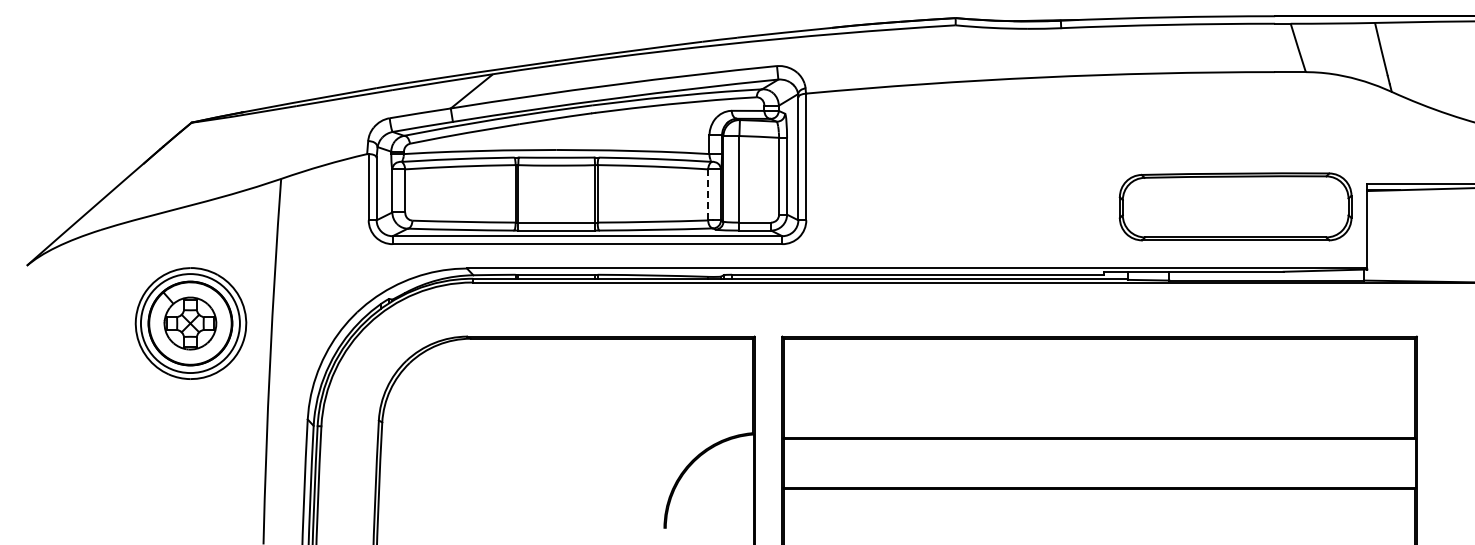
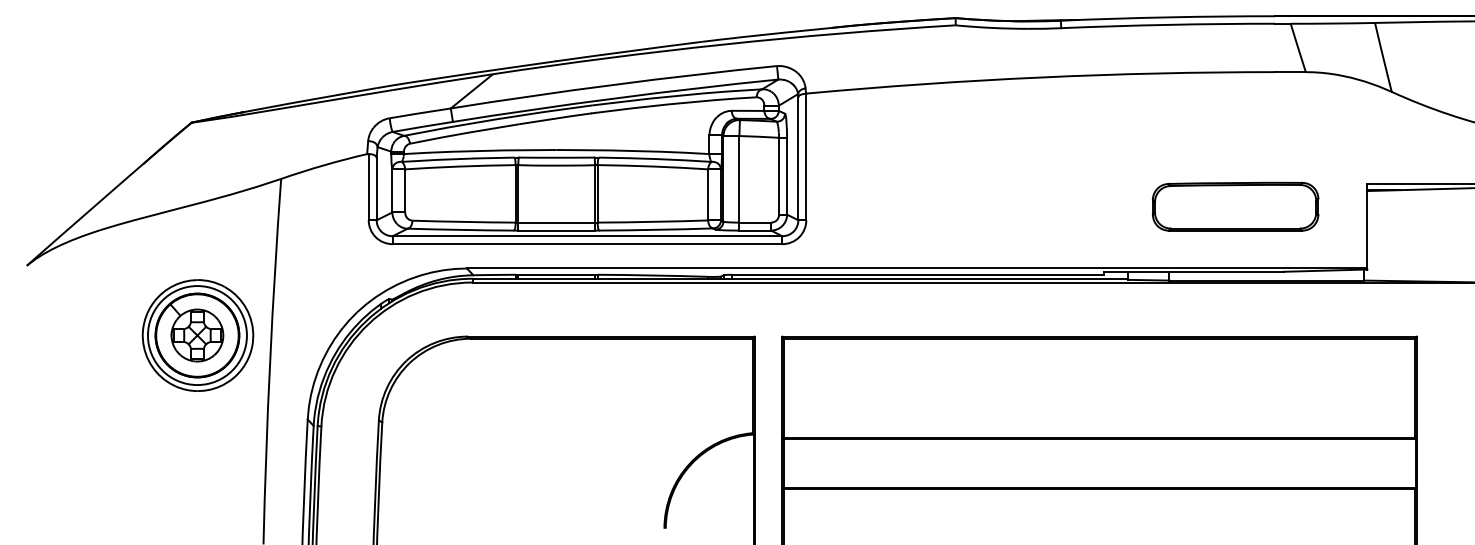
line at (708, 194): dashed -> solid
part at (1235, 206) size: 235x70 px -> 169x51 px
part at (190, 323) position: (190, 323) -> (197, 335)
